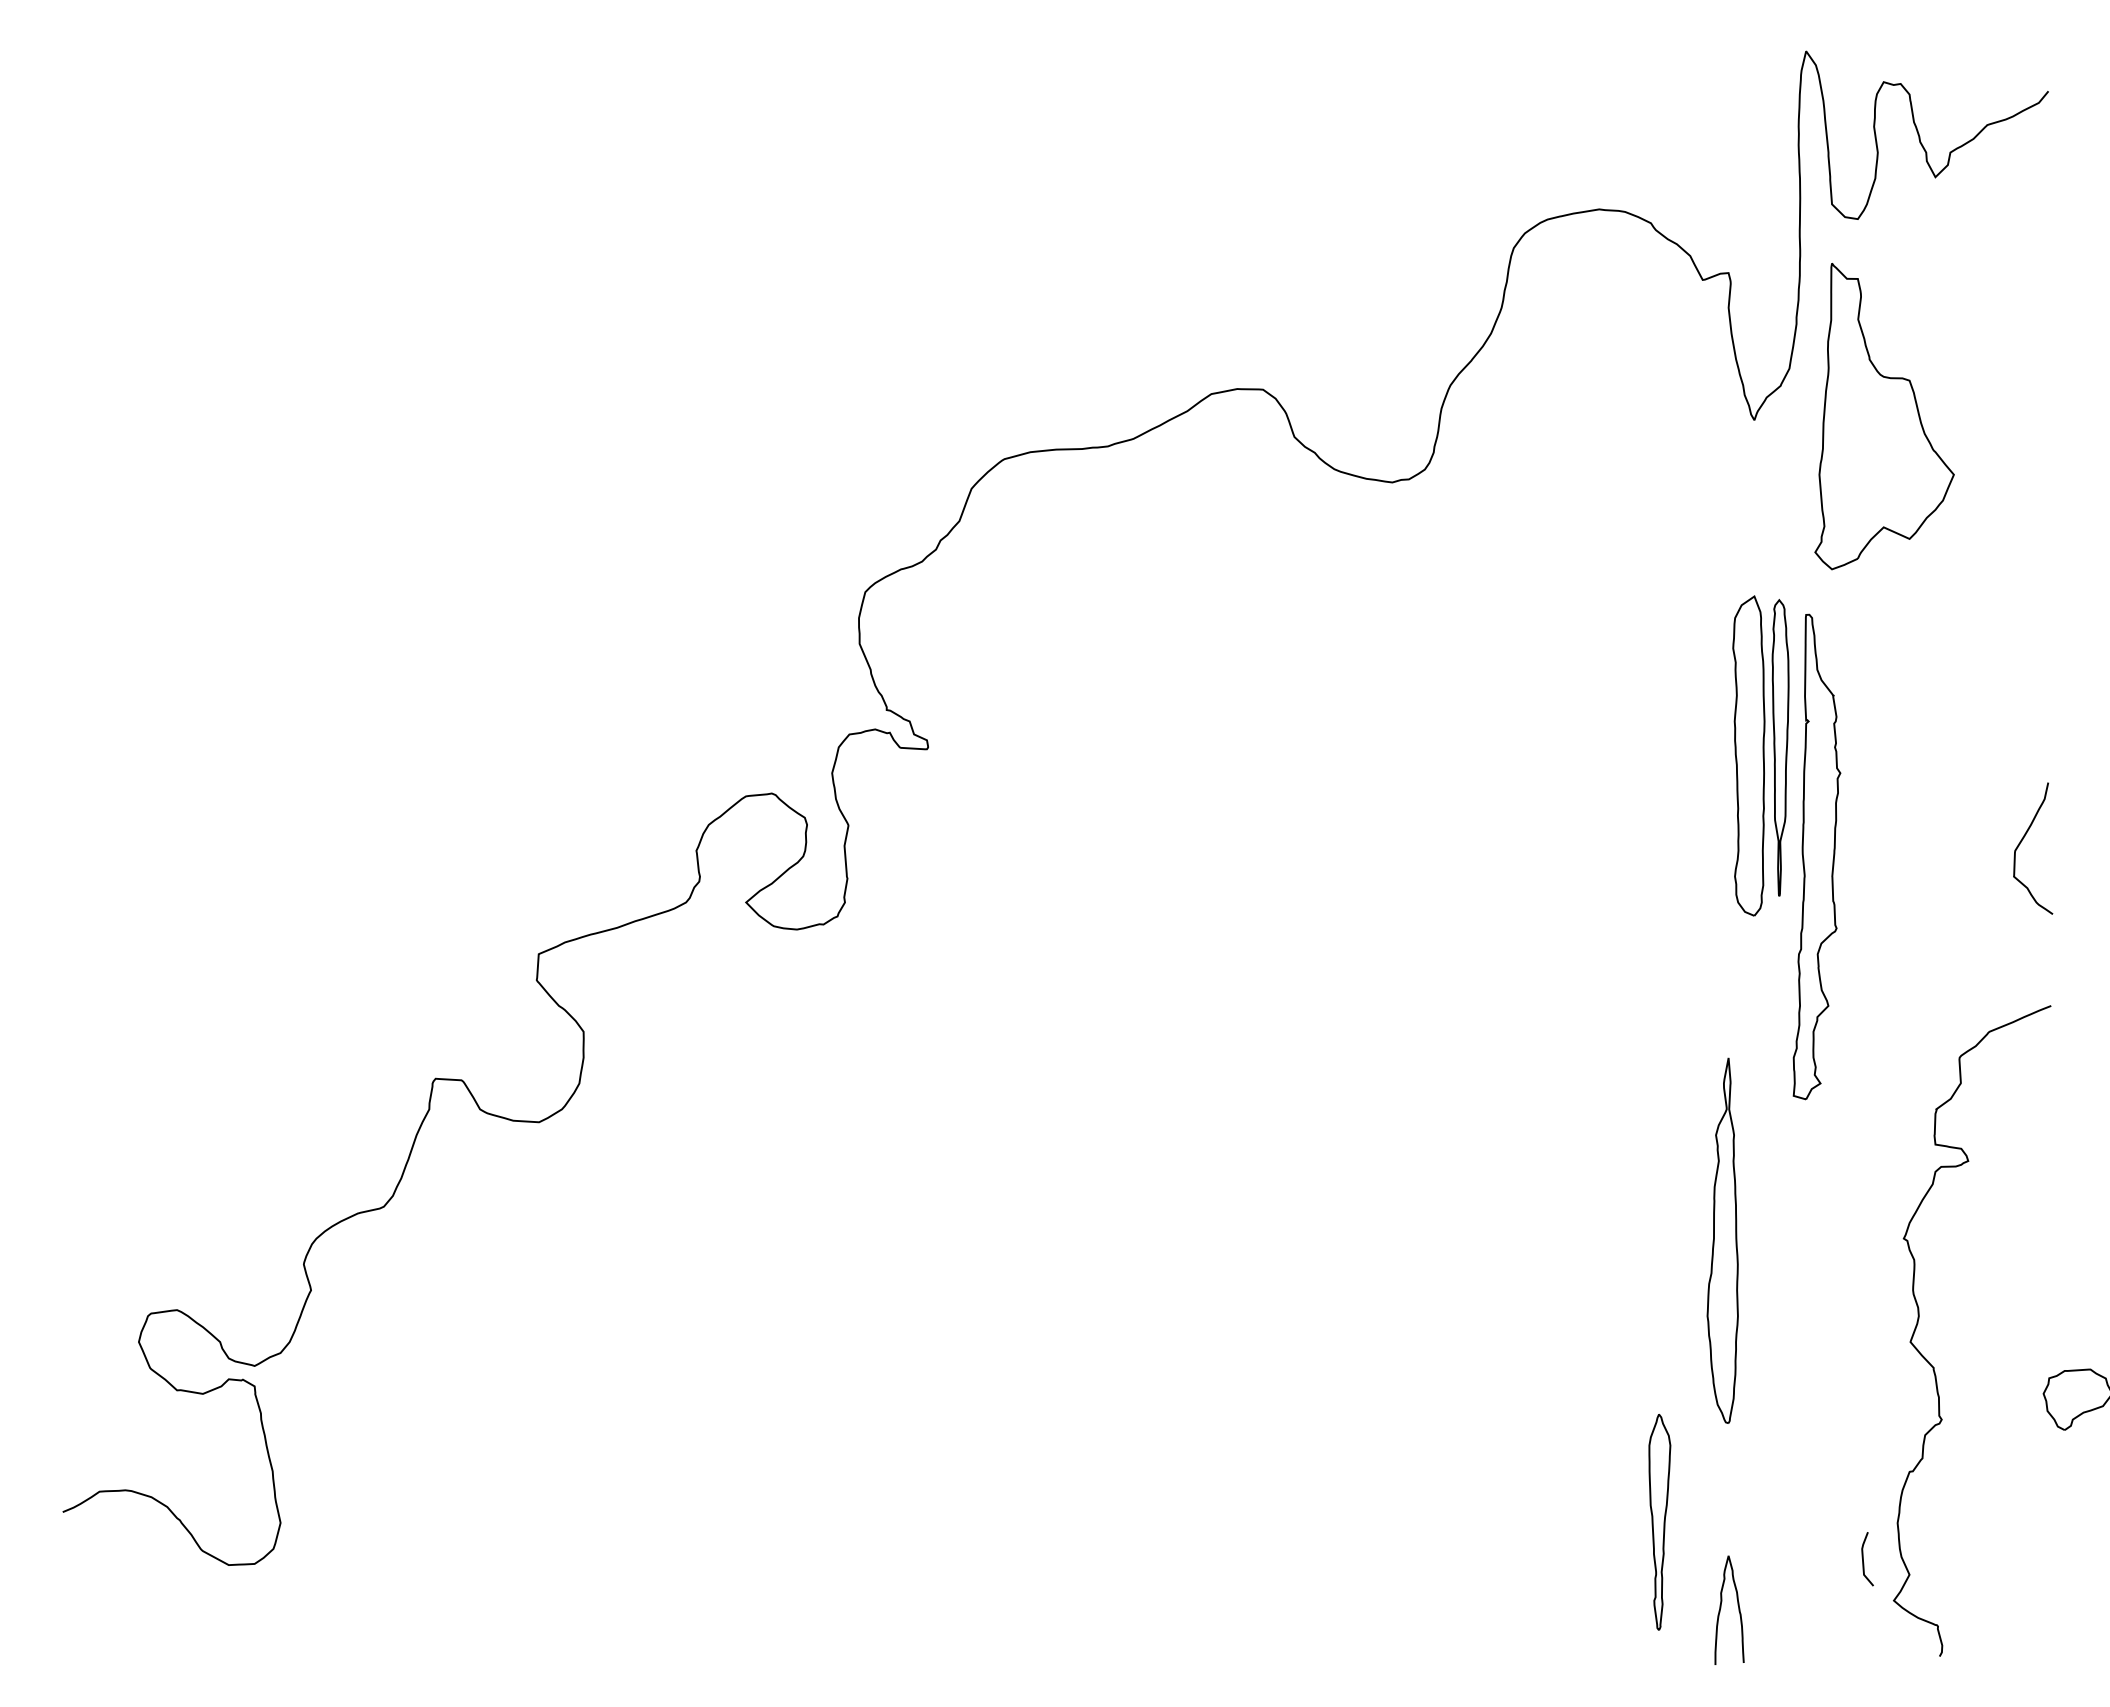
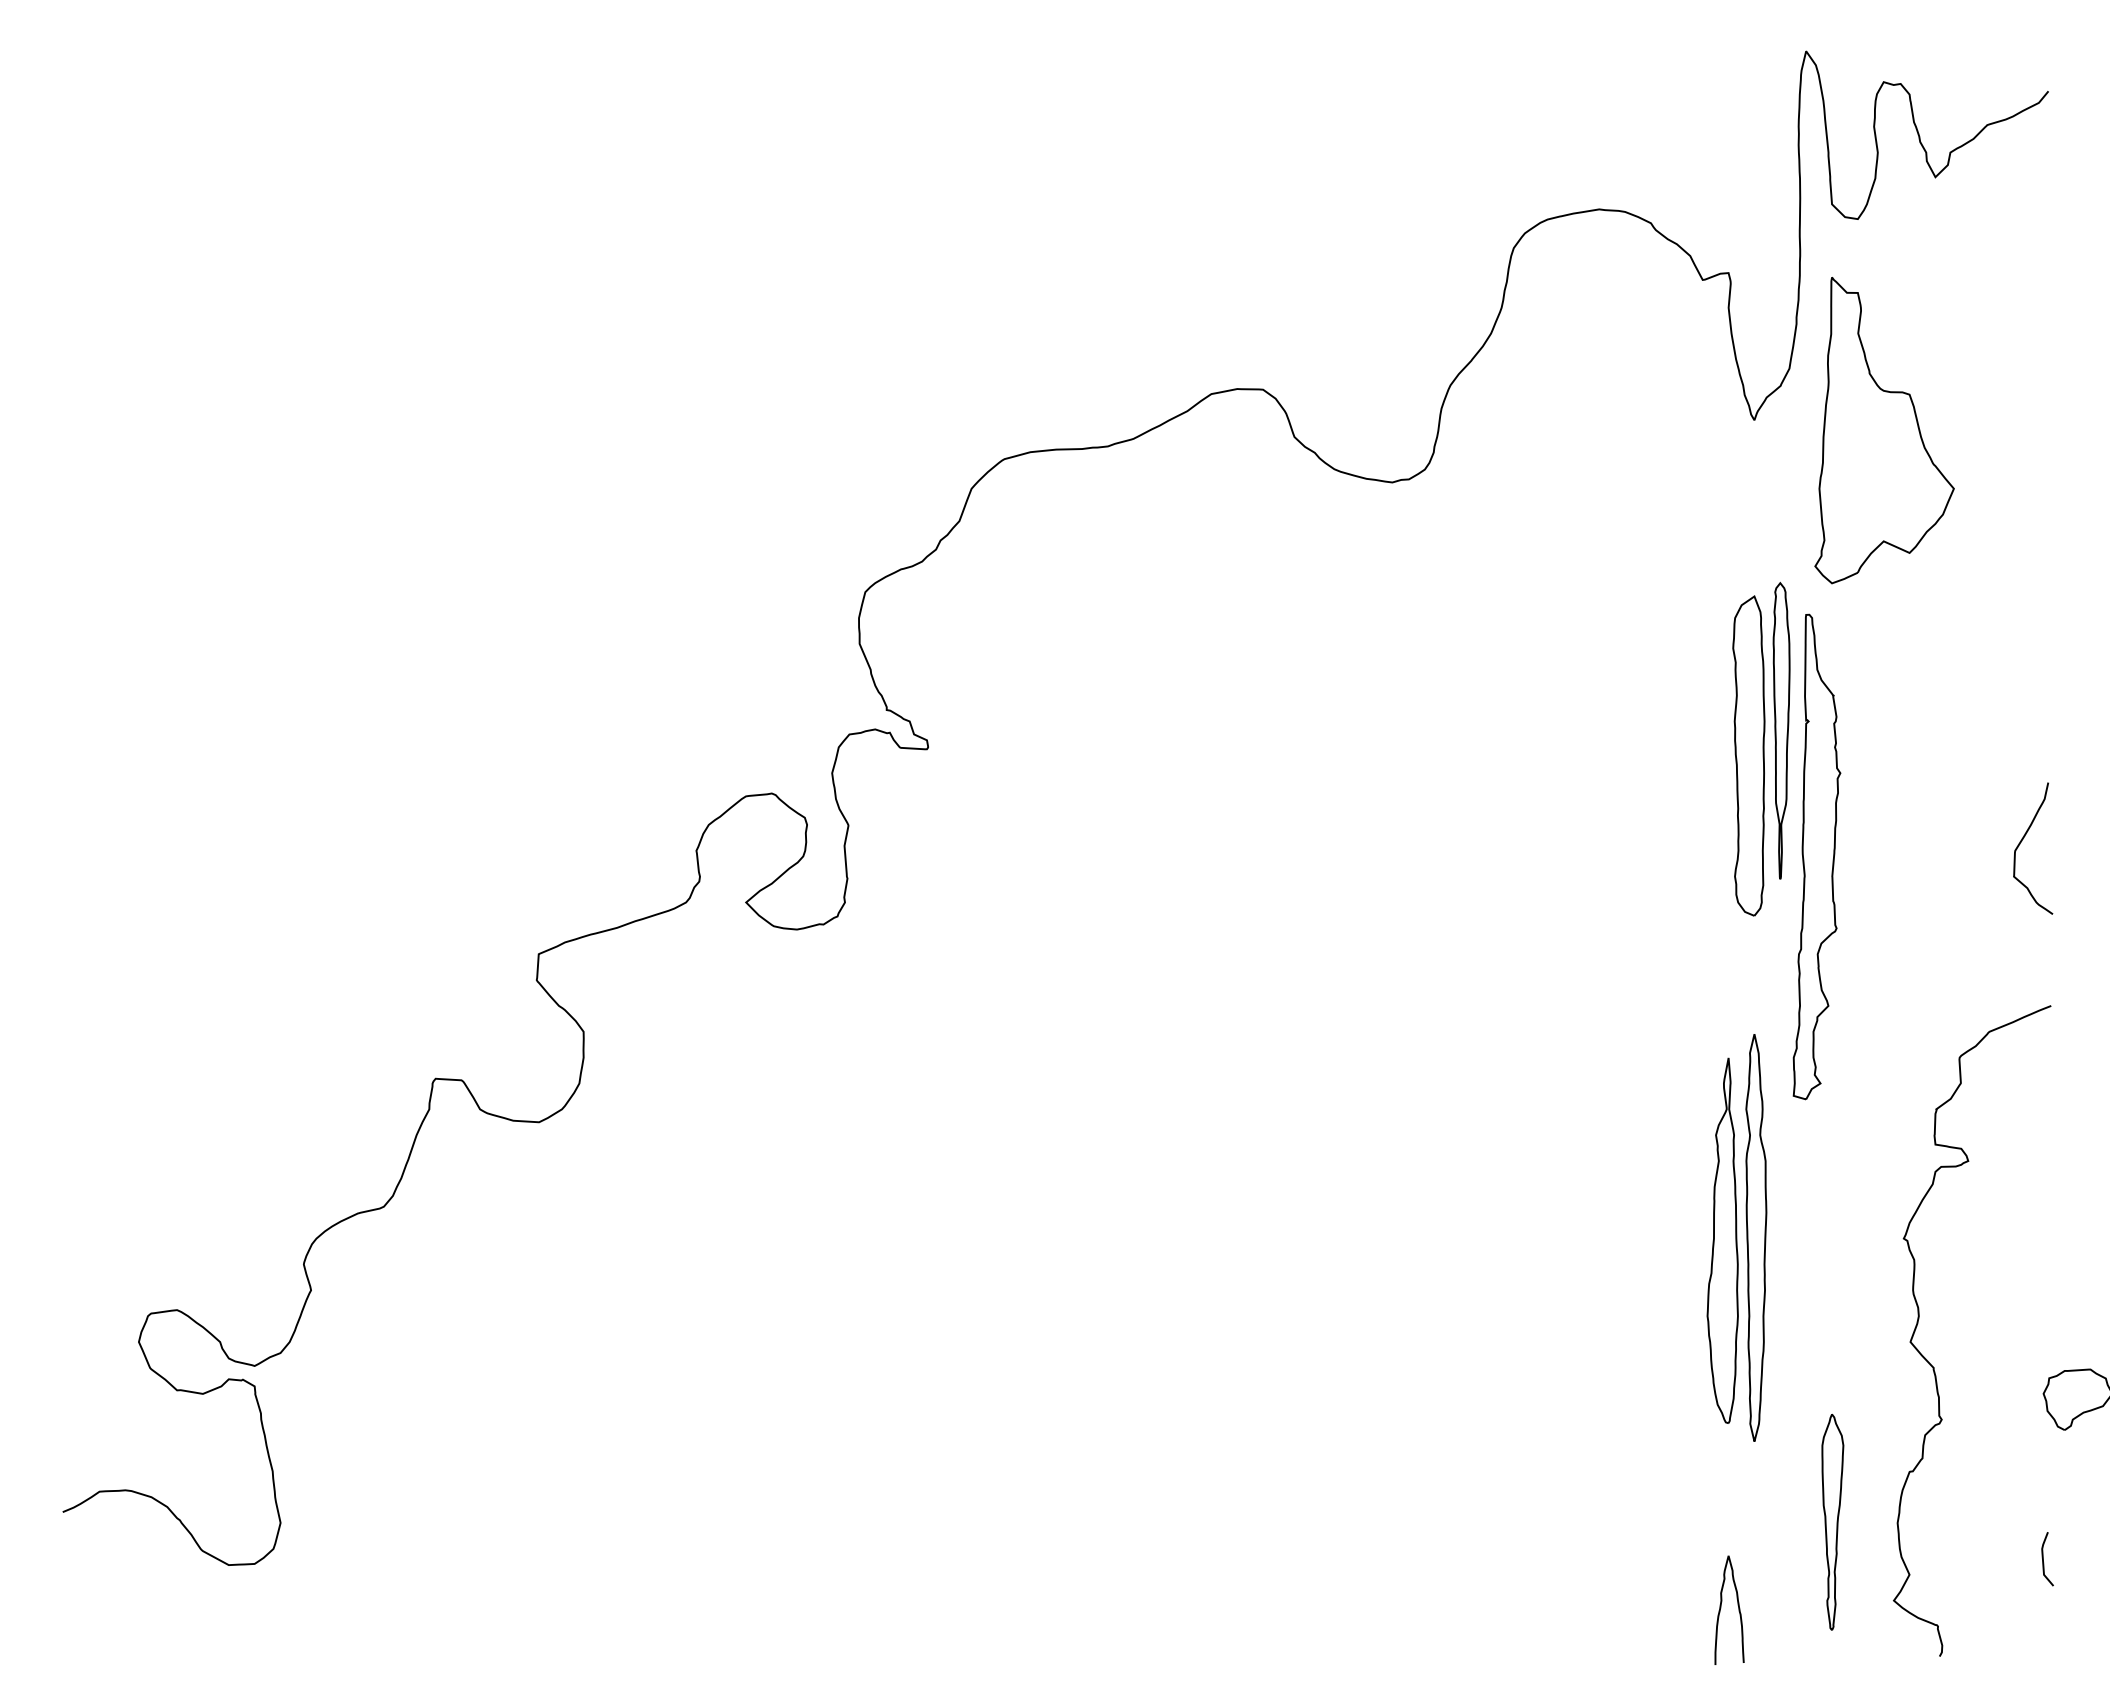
part at (1884, 416) position: (1884, 416) -> (1884, 430)
part at (1780, 747) position: (1780, 747) -> (1781, 730)
part at (1756, 1237): none -> present
part at (1659, 1522) position: (1659, 1522) -> (1832, 1522)
curve at (1863, 1559) position: (1863, 1559) -> (2043, 1559)
